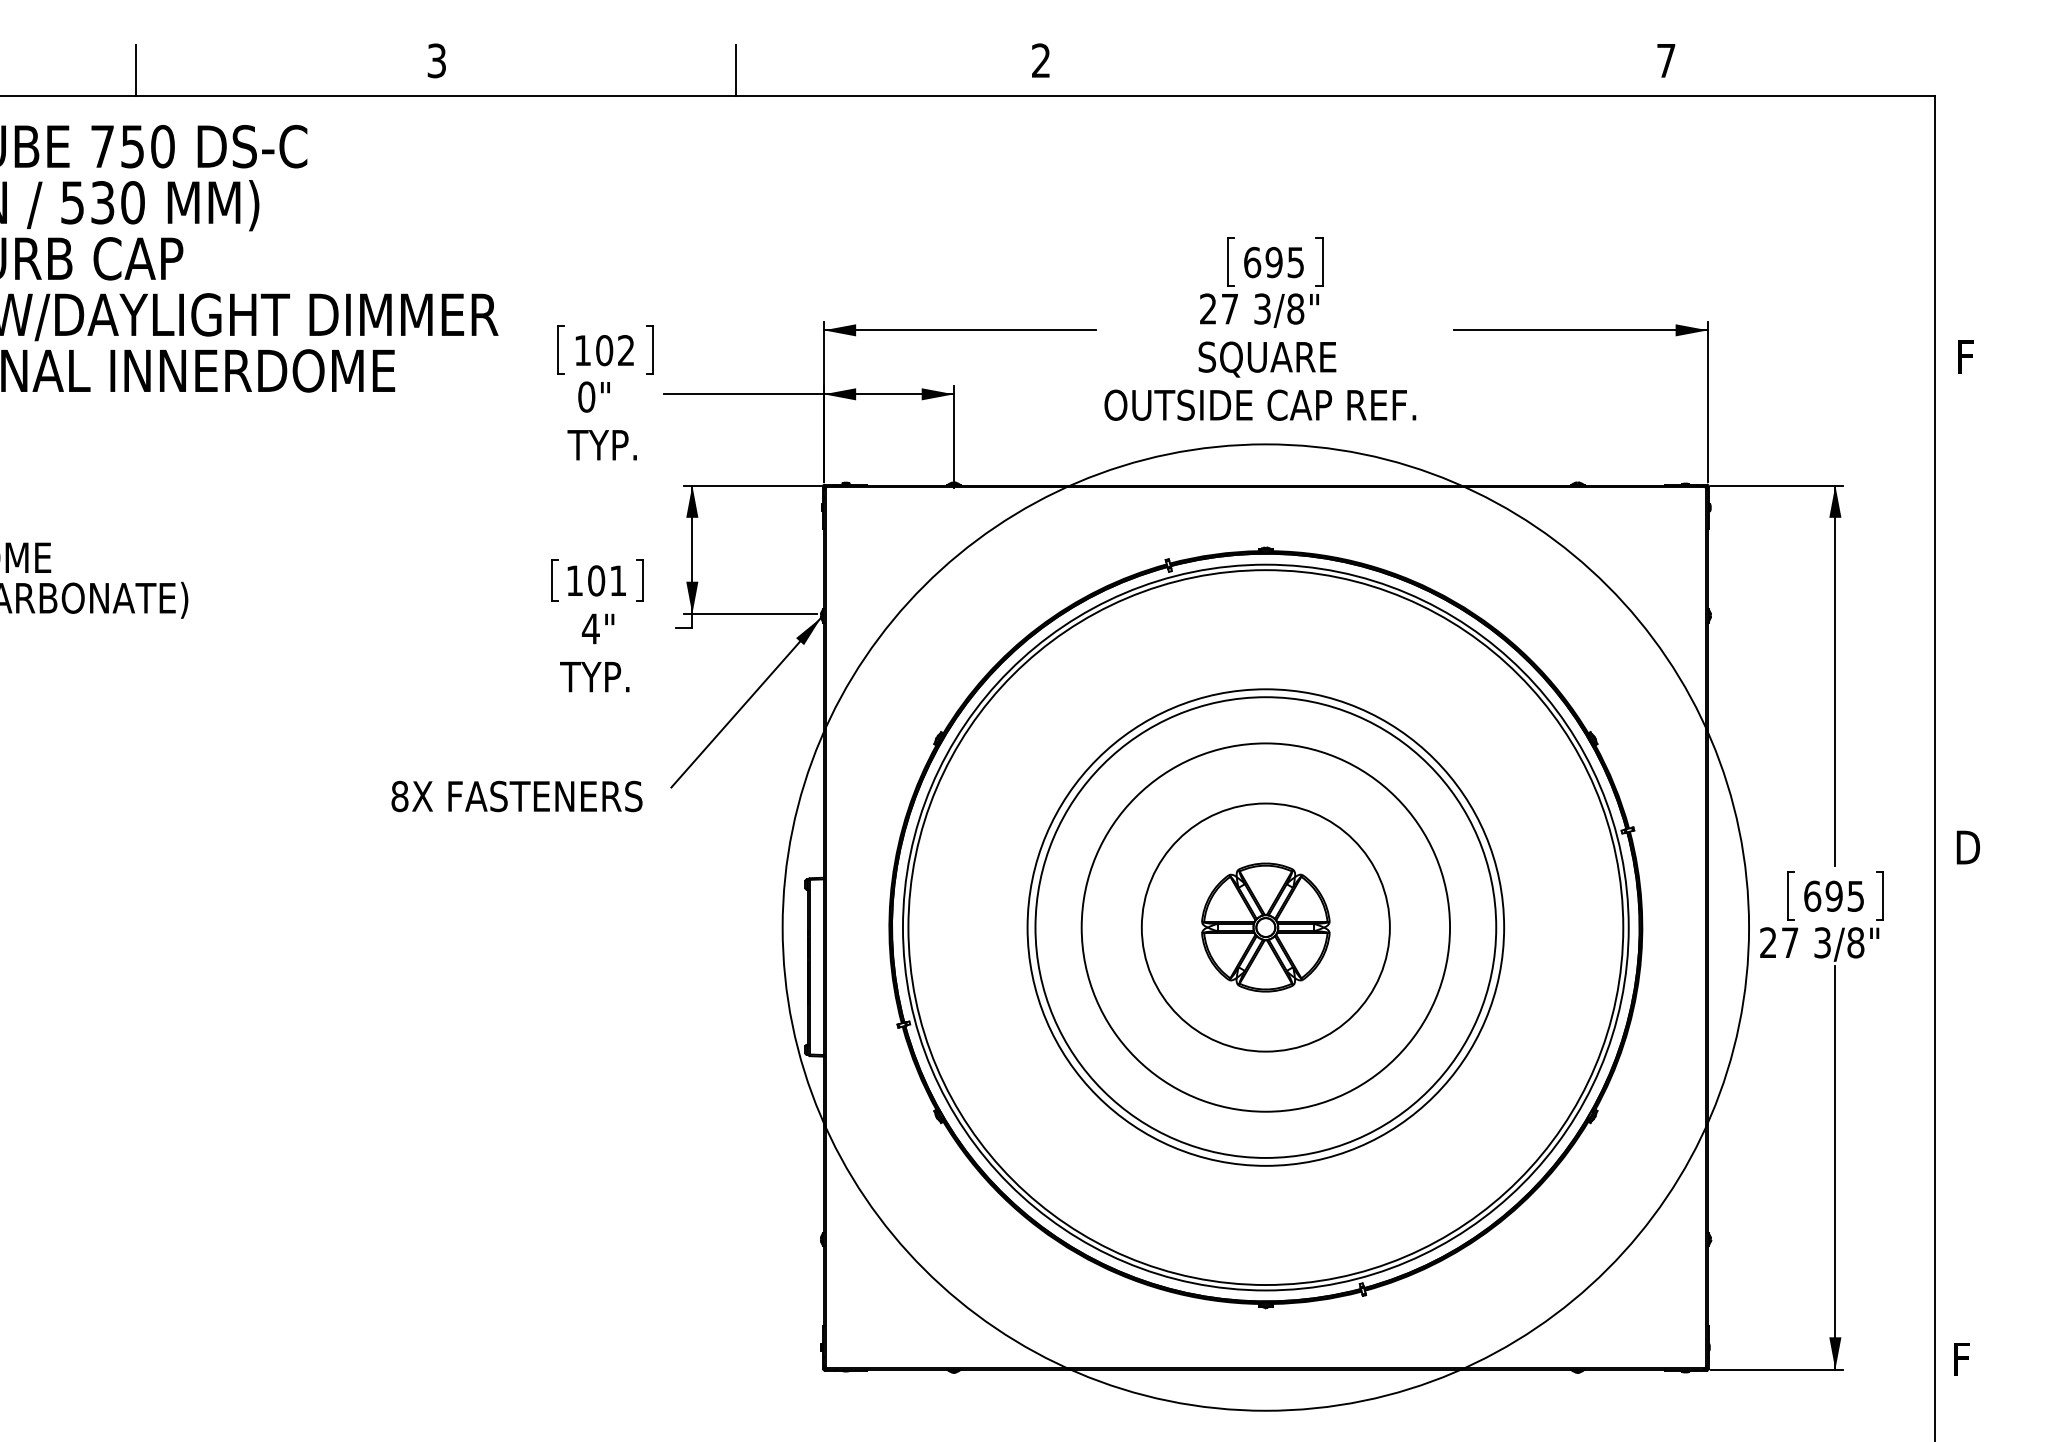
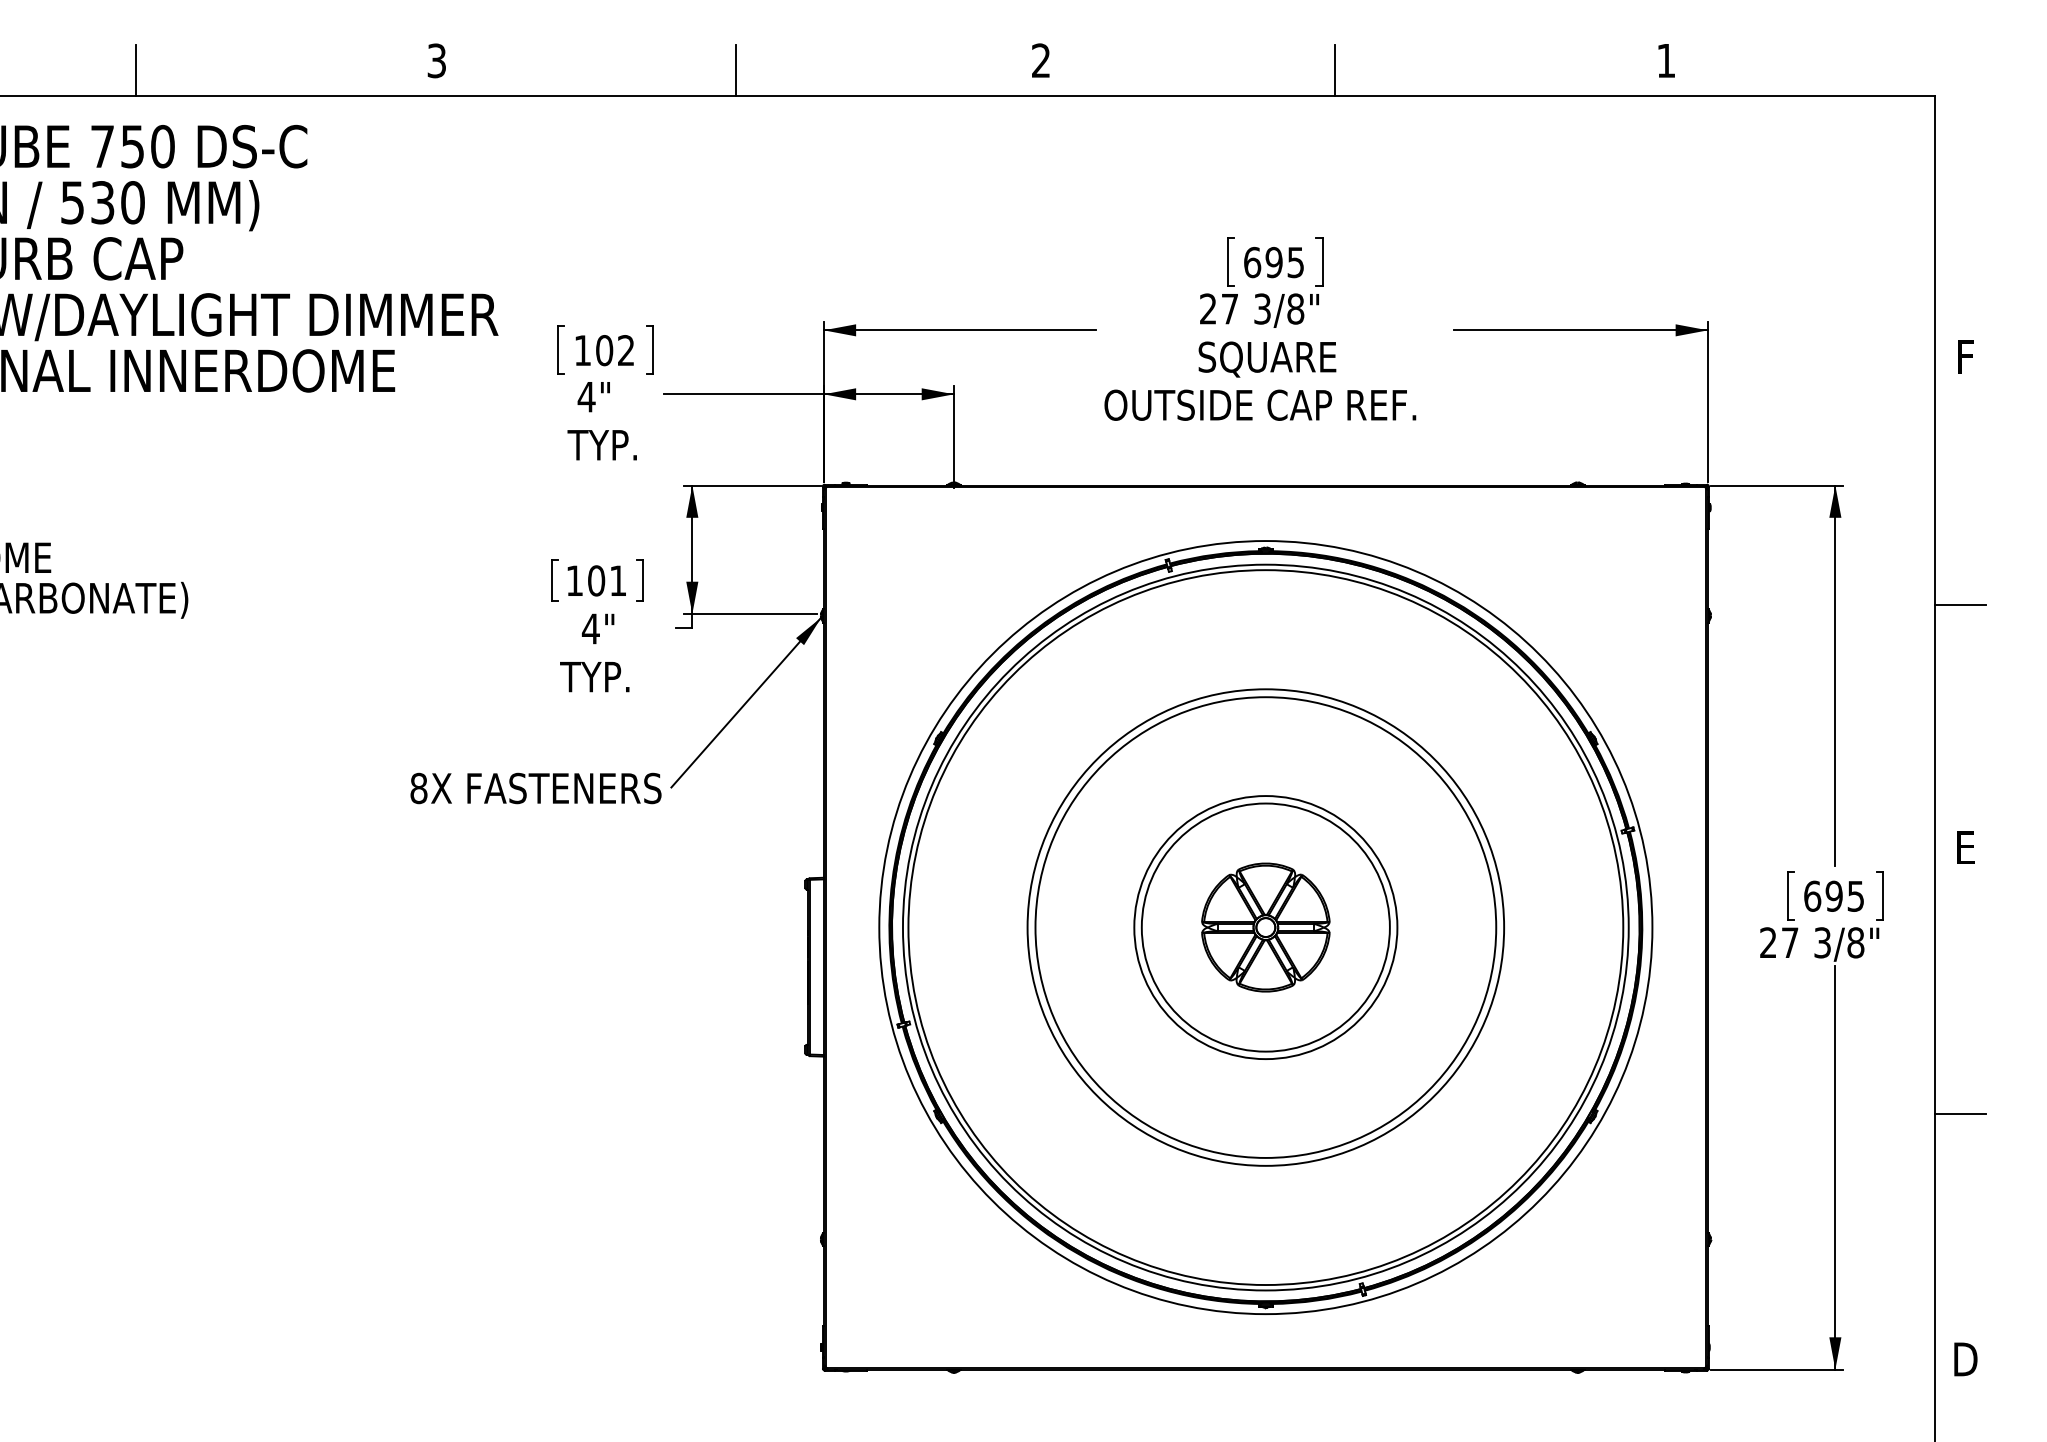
text at (1666, 60): 7 -> 1
line at (1335, 70): none -> present
text at (586, 396): 0" -> 4"
line at (1959, 605): none -> present
text at (516, 796) position: (516, 796) -> (535, 788)
text at (1967, 847): D -> E
circle at (1265, 927) diameter: 368 px -> 263 px
circle at (1265, 927) diameter: 966 px -> 773 px
line at (1959, 1113): none -> present
text at (1965, 1359): F -> D
